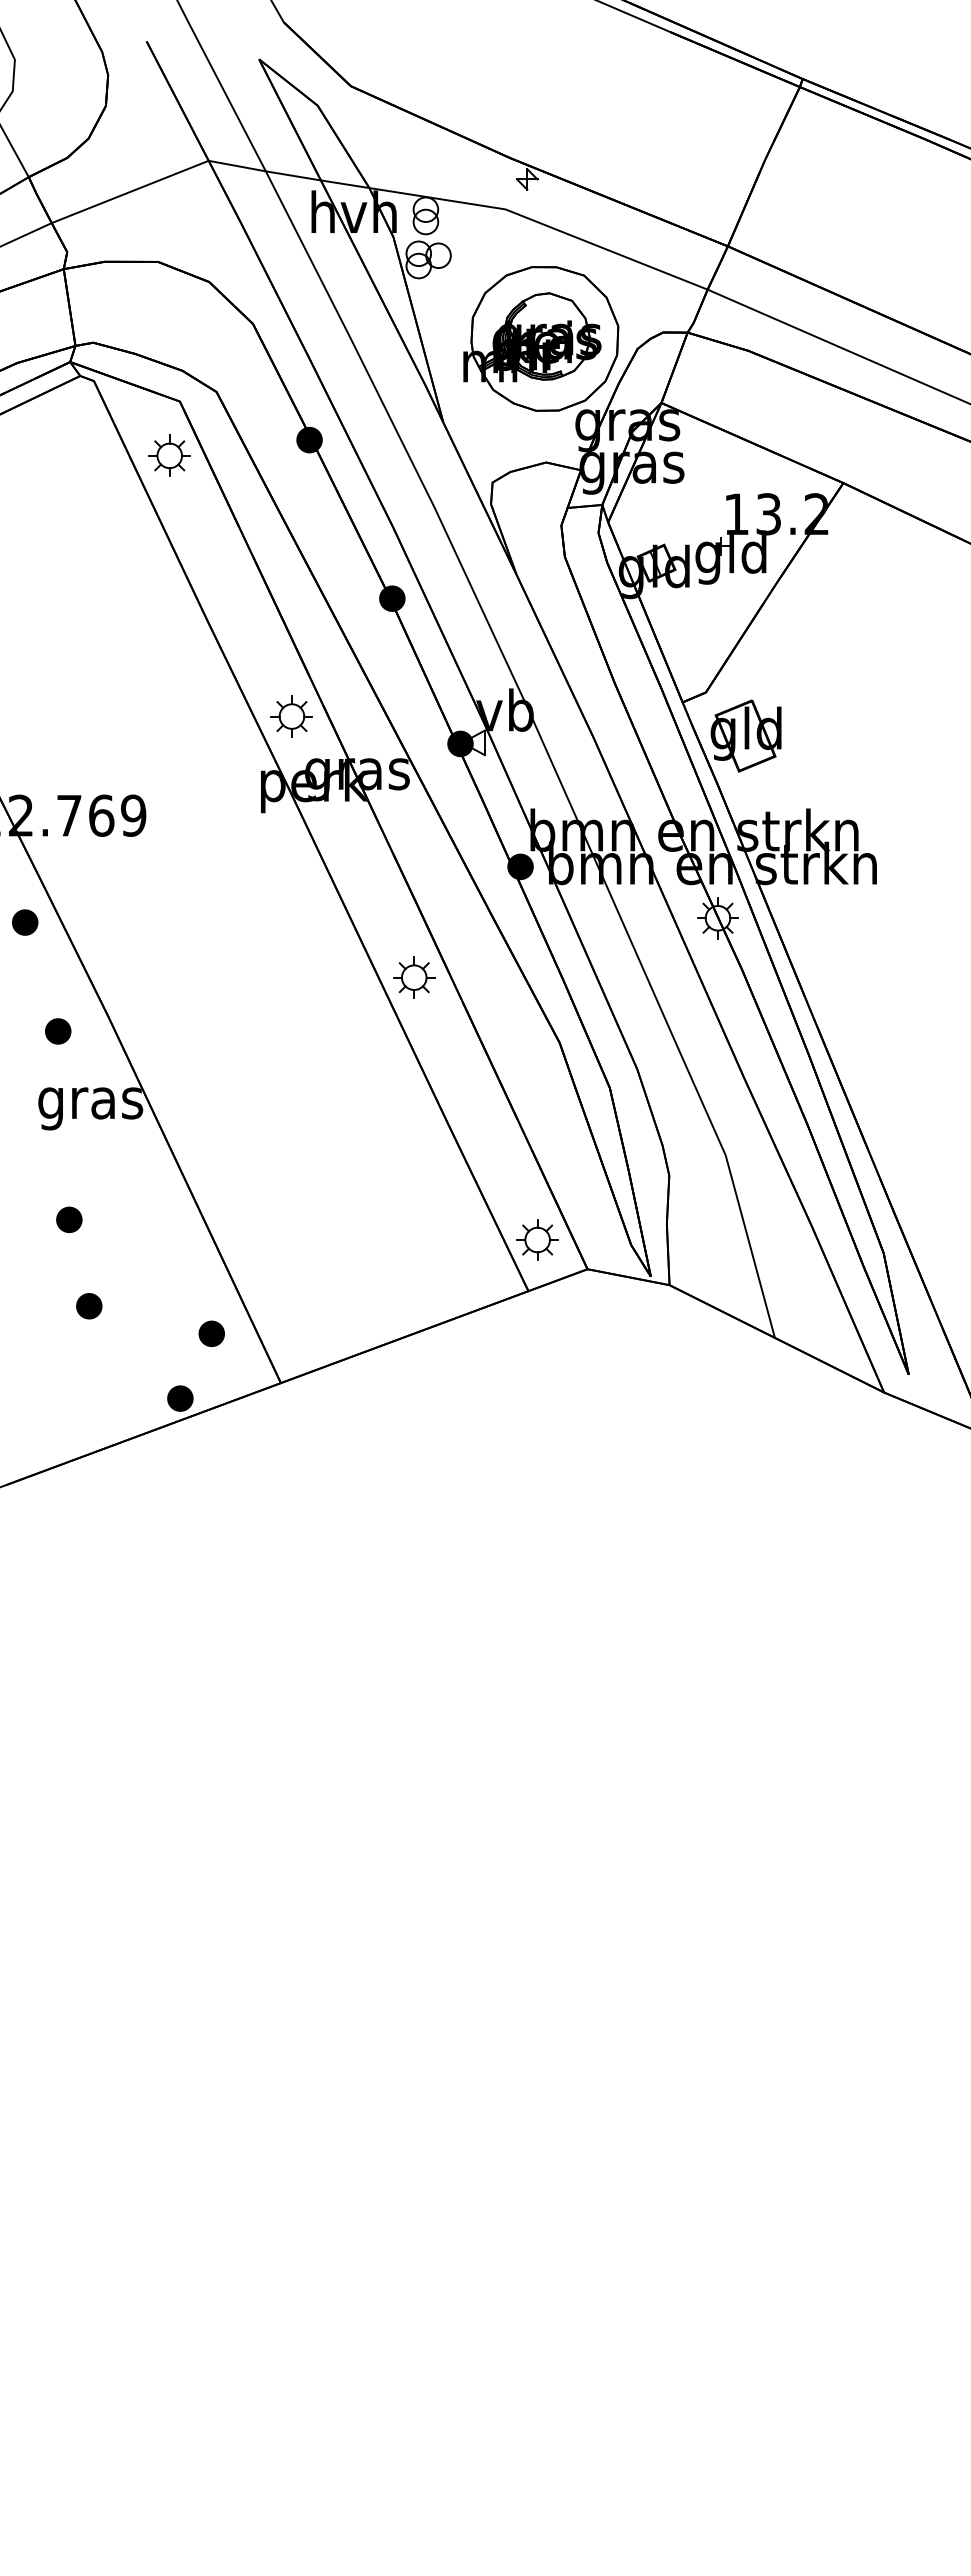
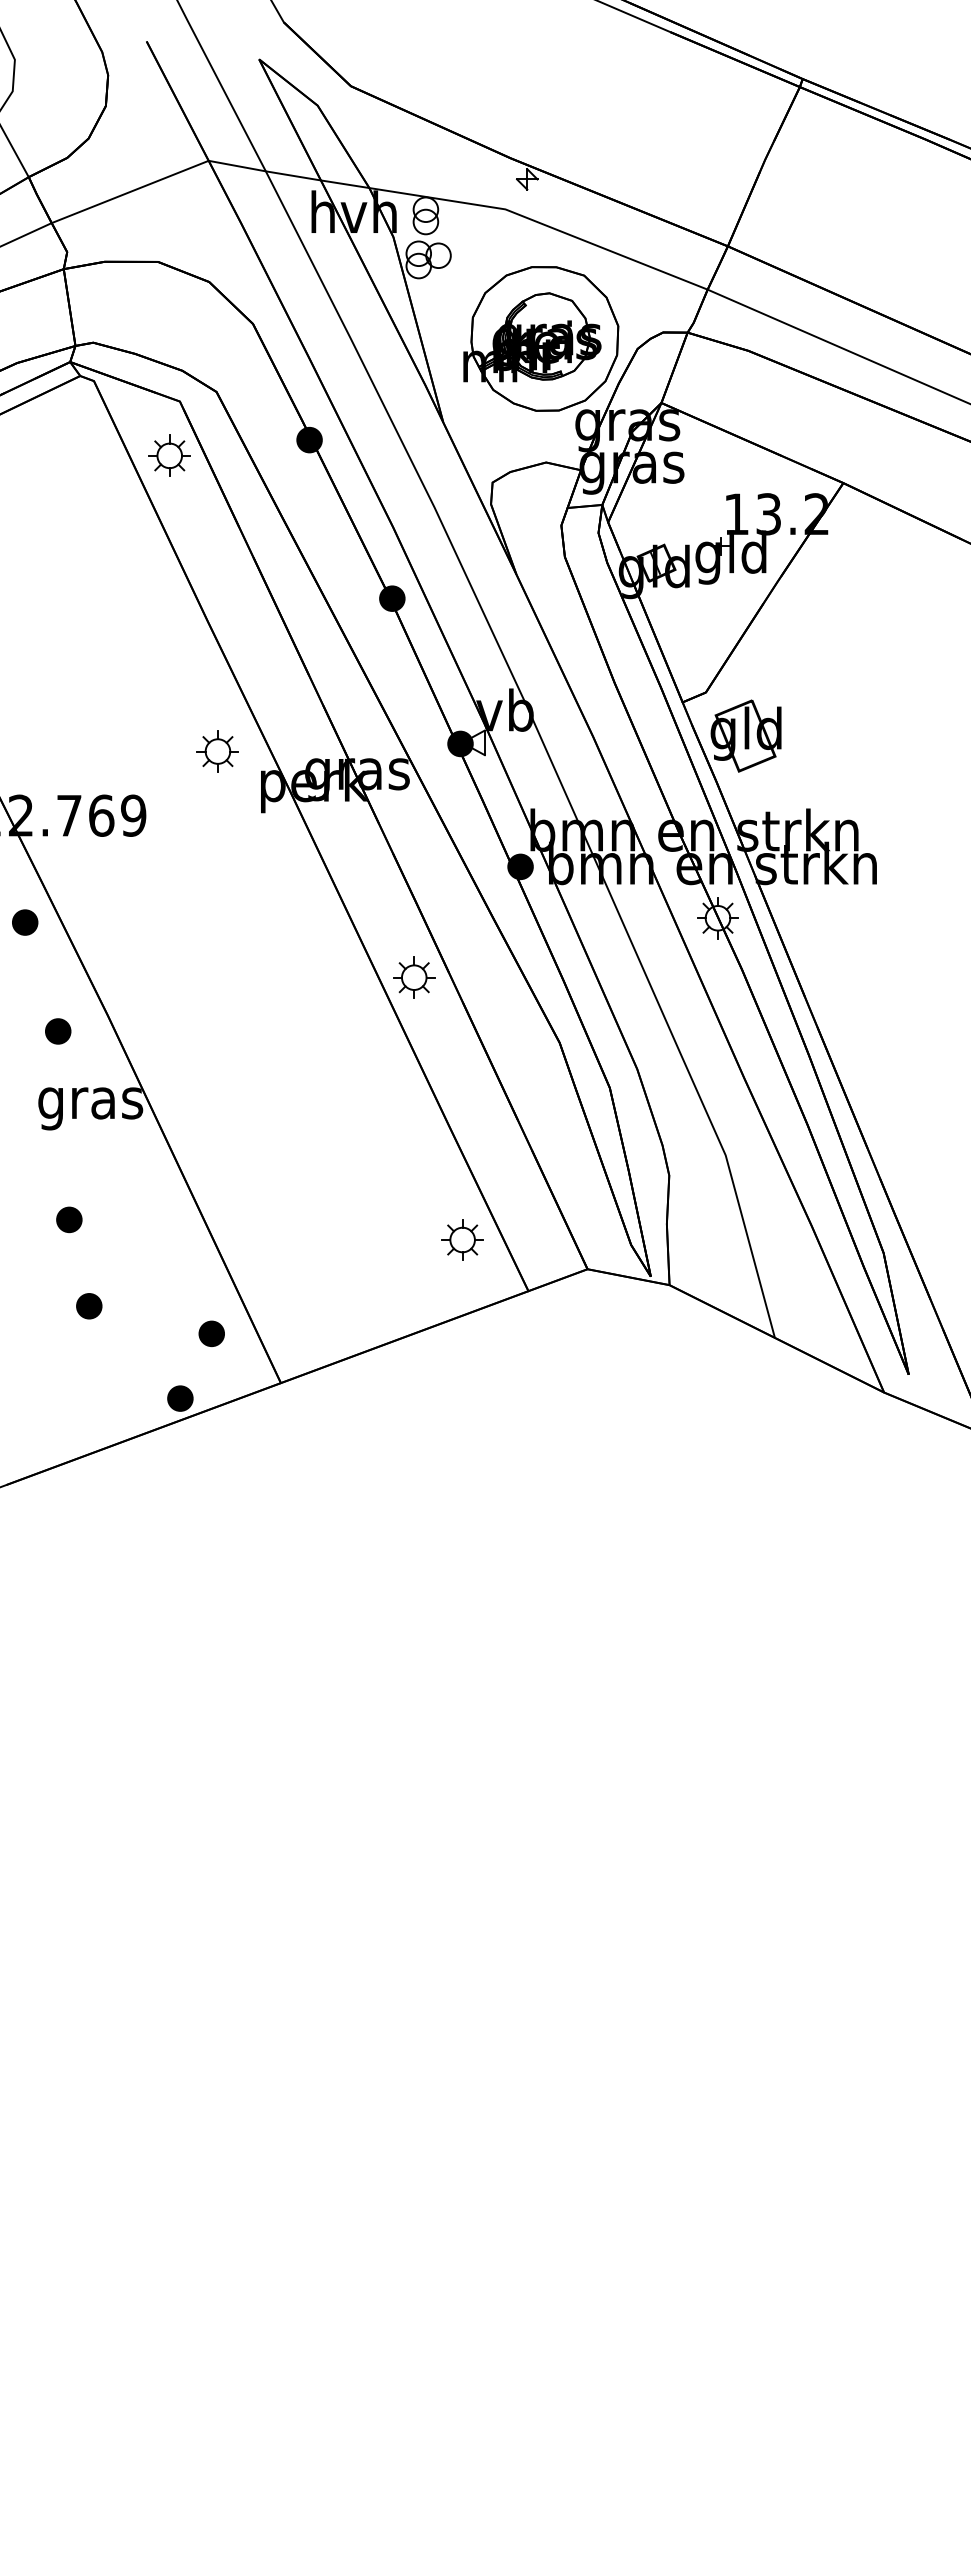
part at (291, 716) position: (291, 716) -> (217, 751)
part at (537, 1239) position: (537, 1239) -> (462, 1239)
